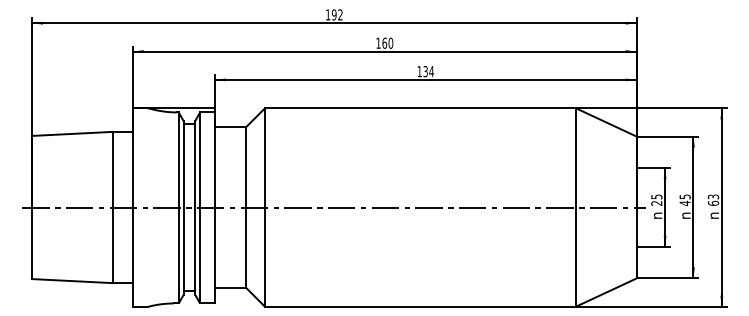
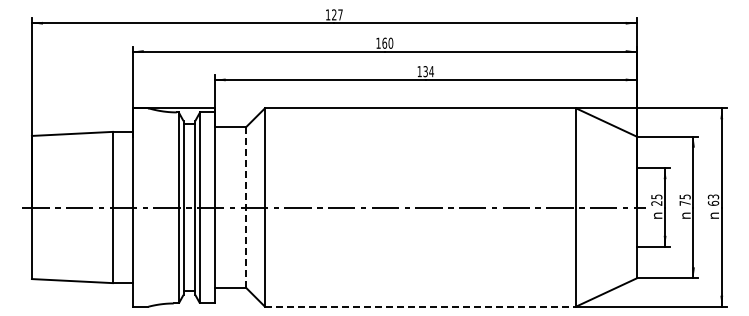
text at (337, 14): 192 -> 127
text at (684, 203): 45 -> 75
line at (246, 207): solid -> dashed
line at (420, 306): solid -> dashed
